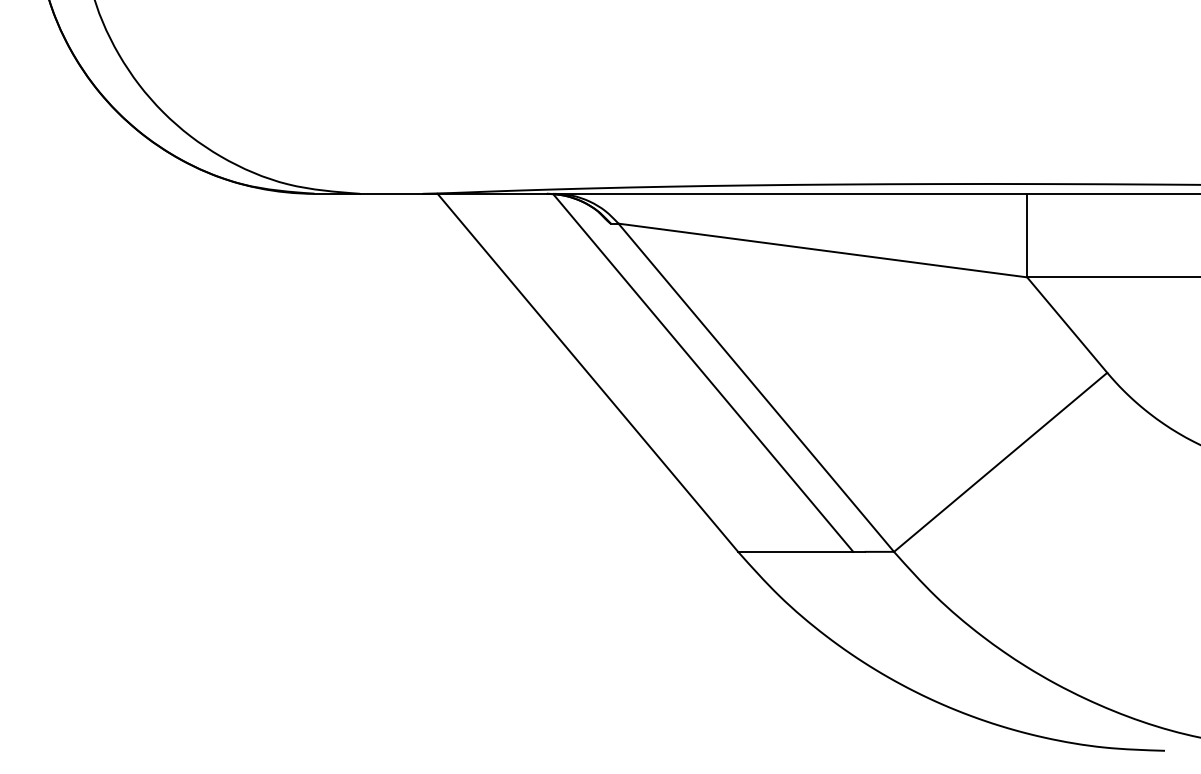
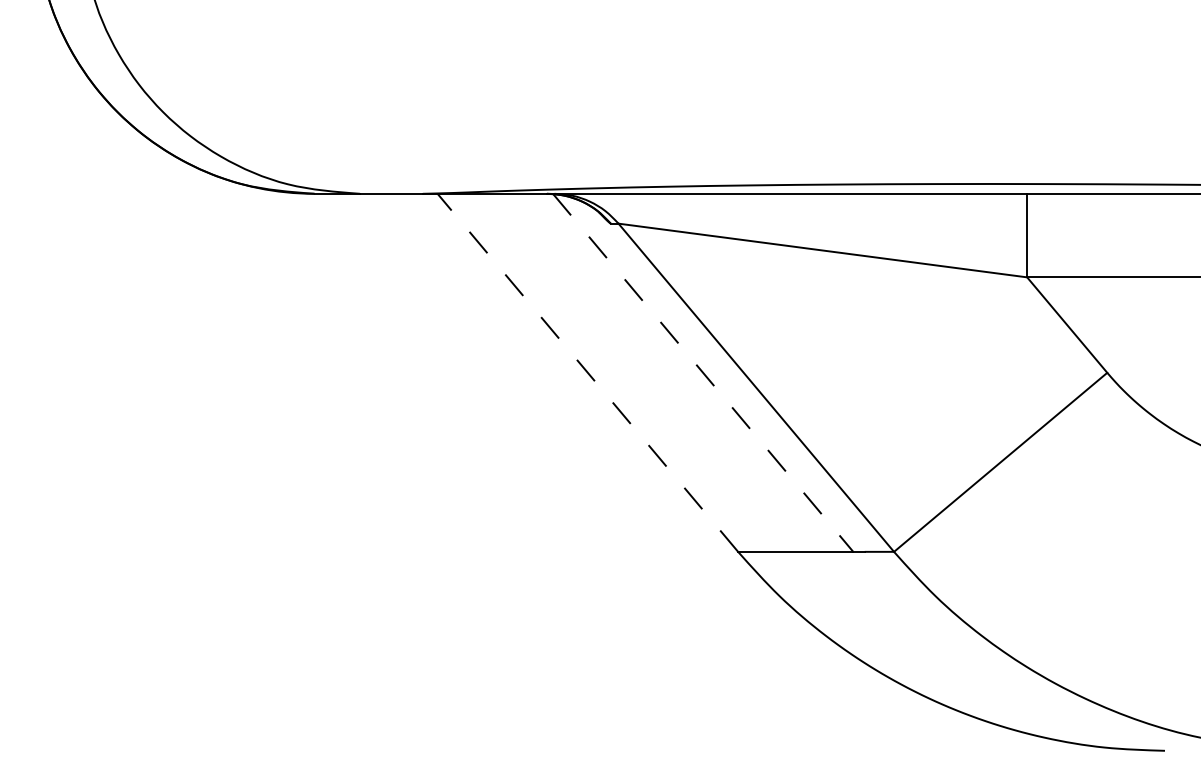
line at (587, 372): solid -> dashed
line at (703, 372): solid -> dashed
